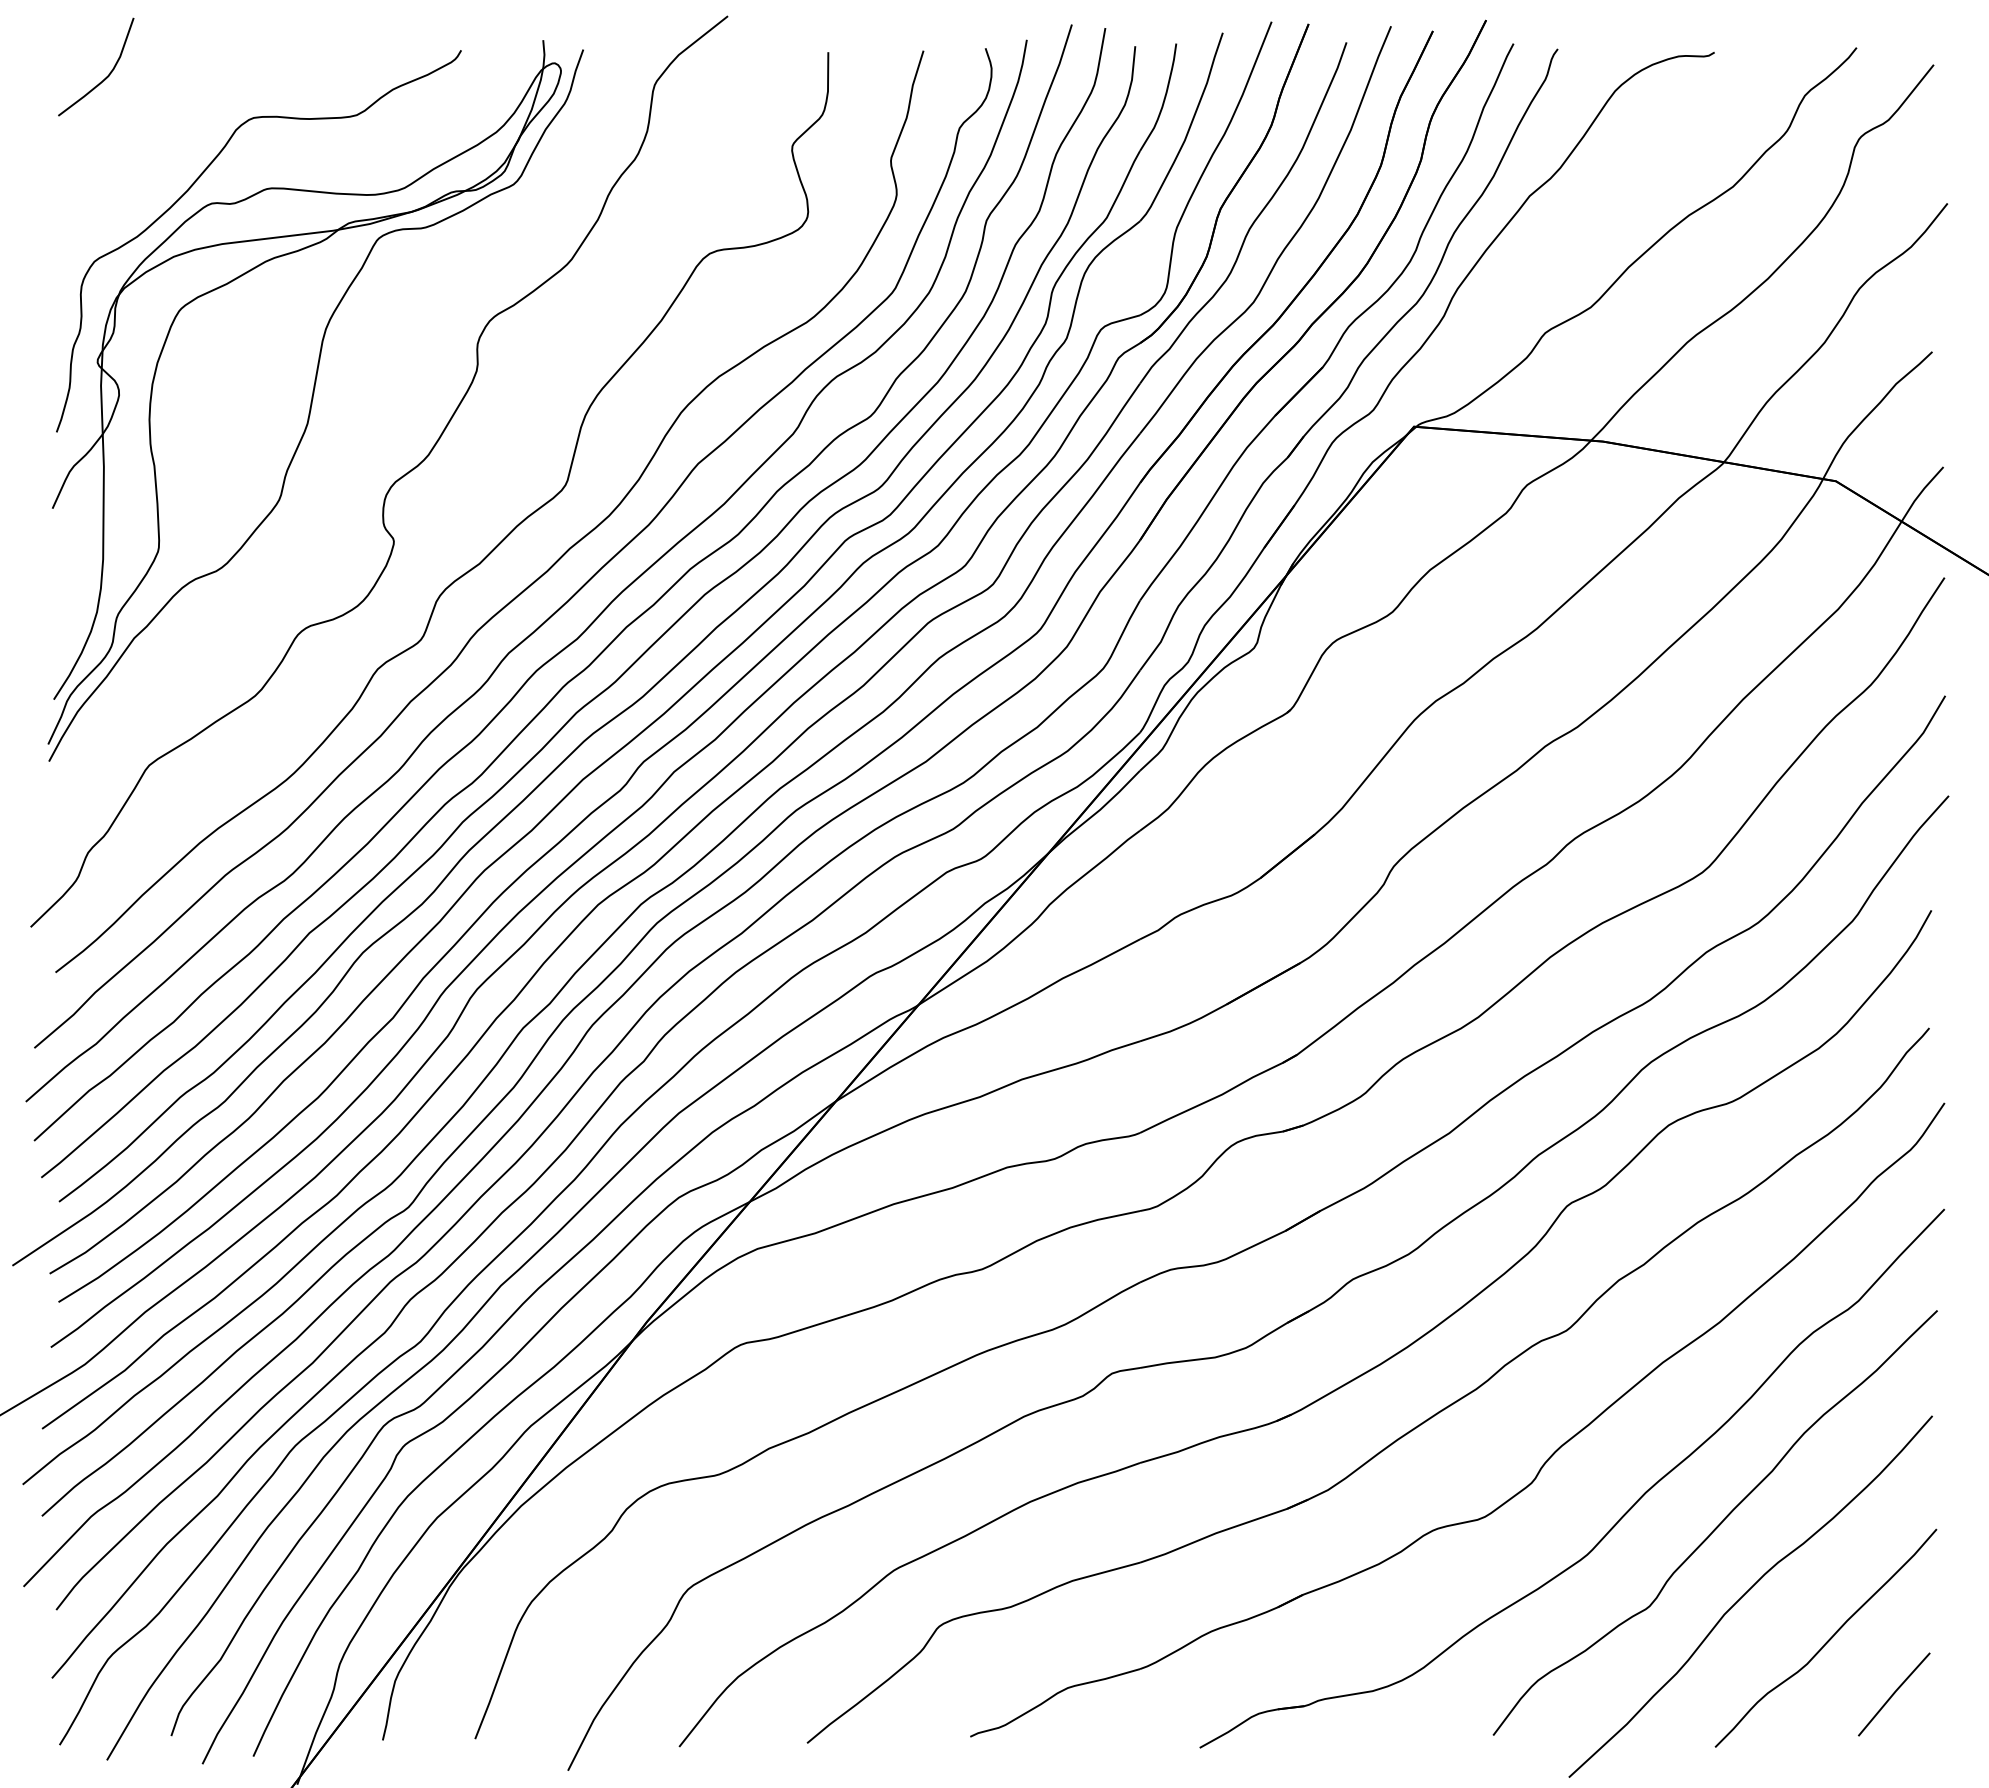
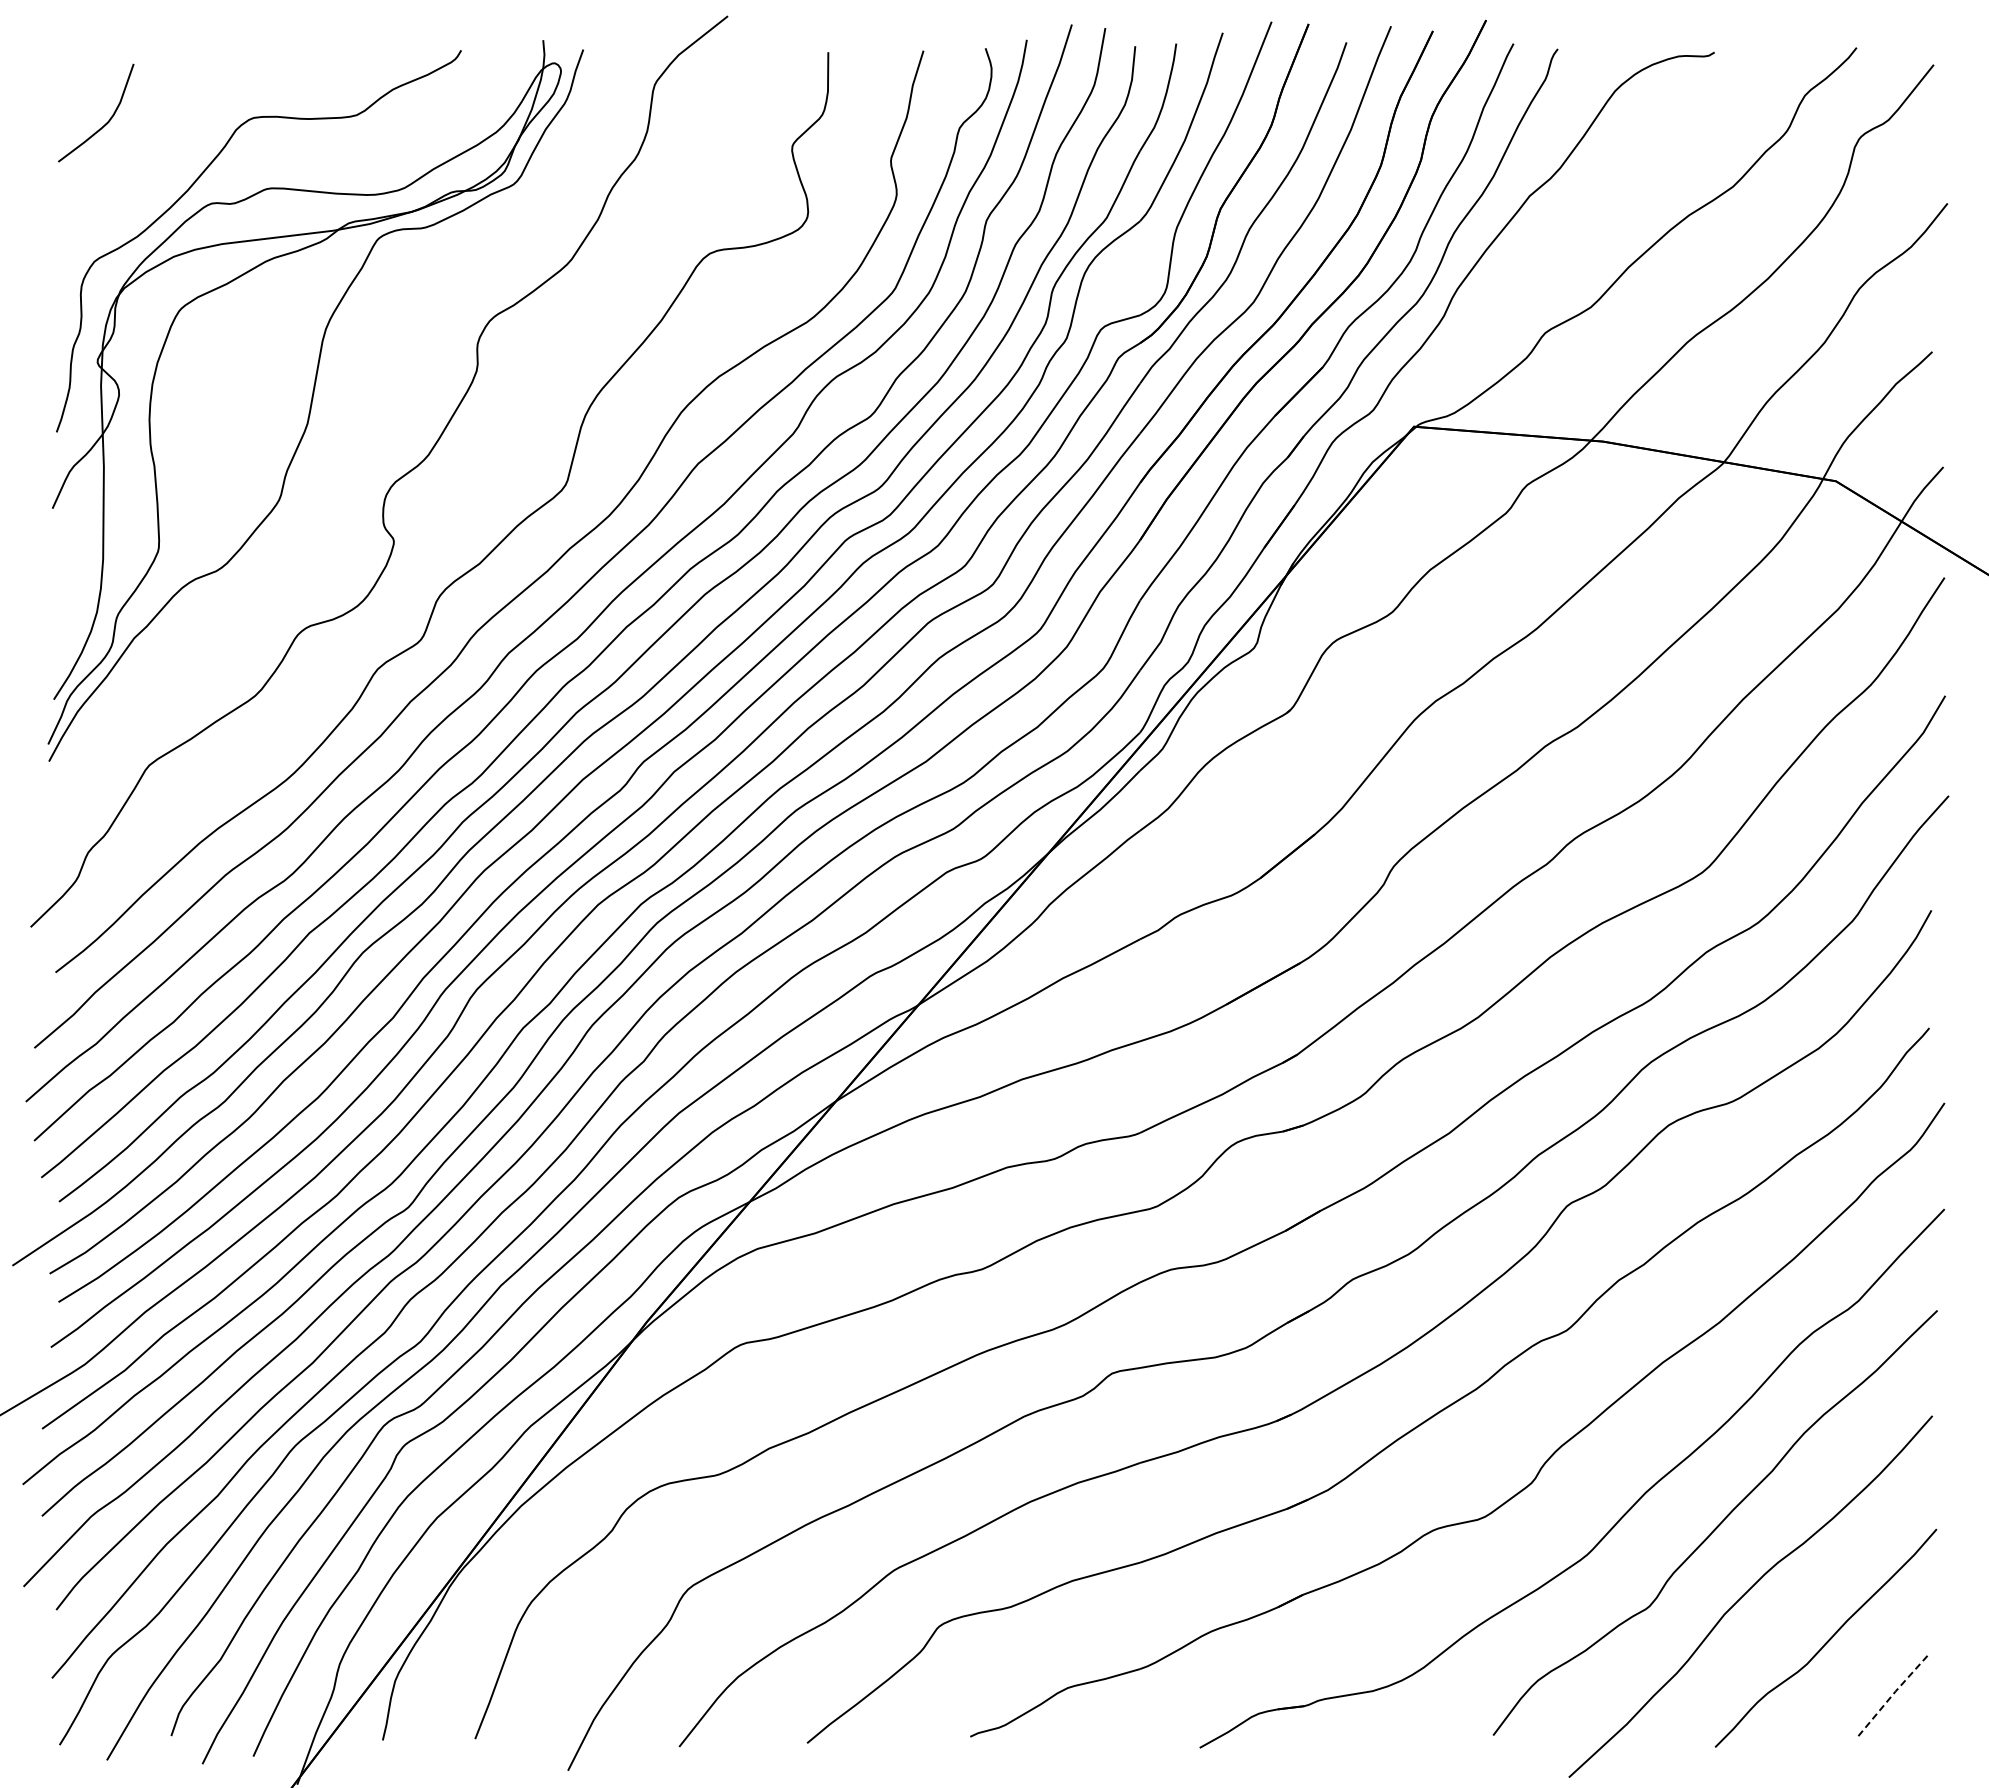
curve at (106, 76) position: (106, 76) -> (106, 122)
line at (1893, 1693): solid -> dashed
